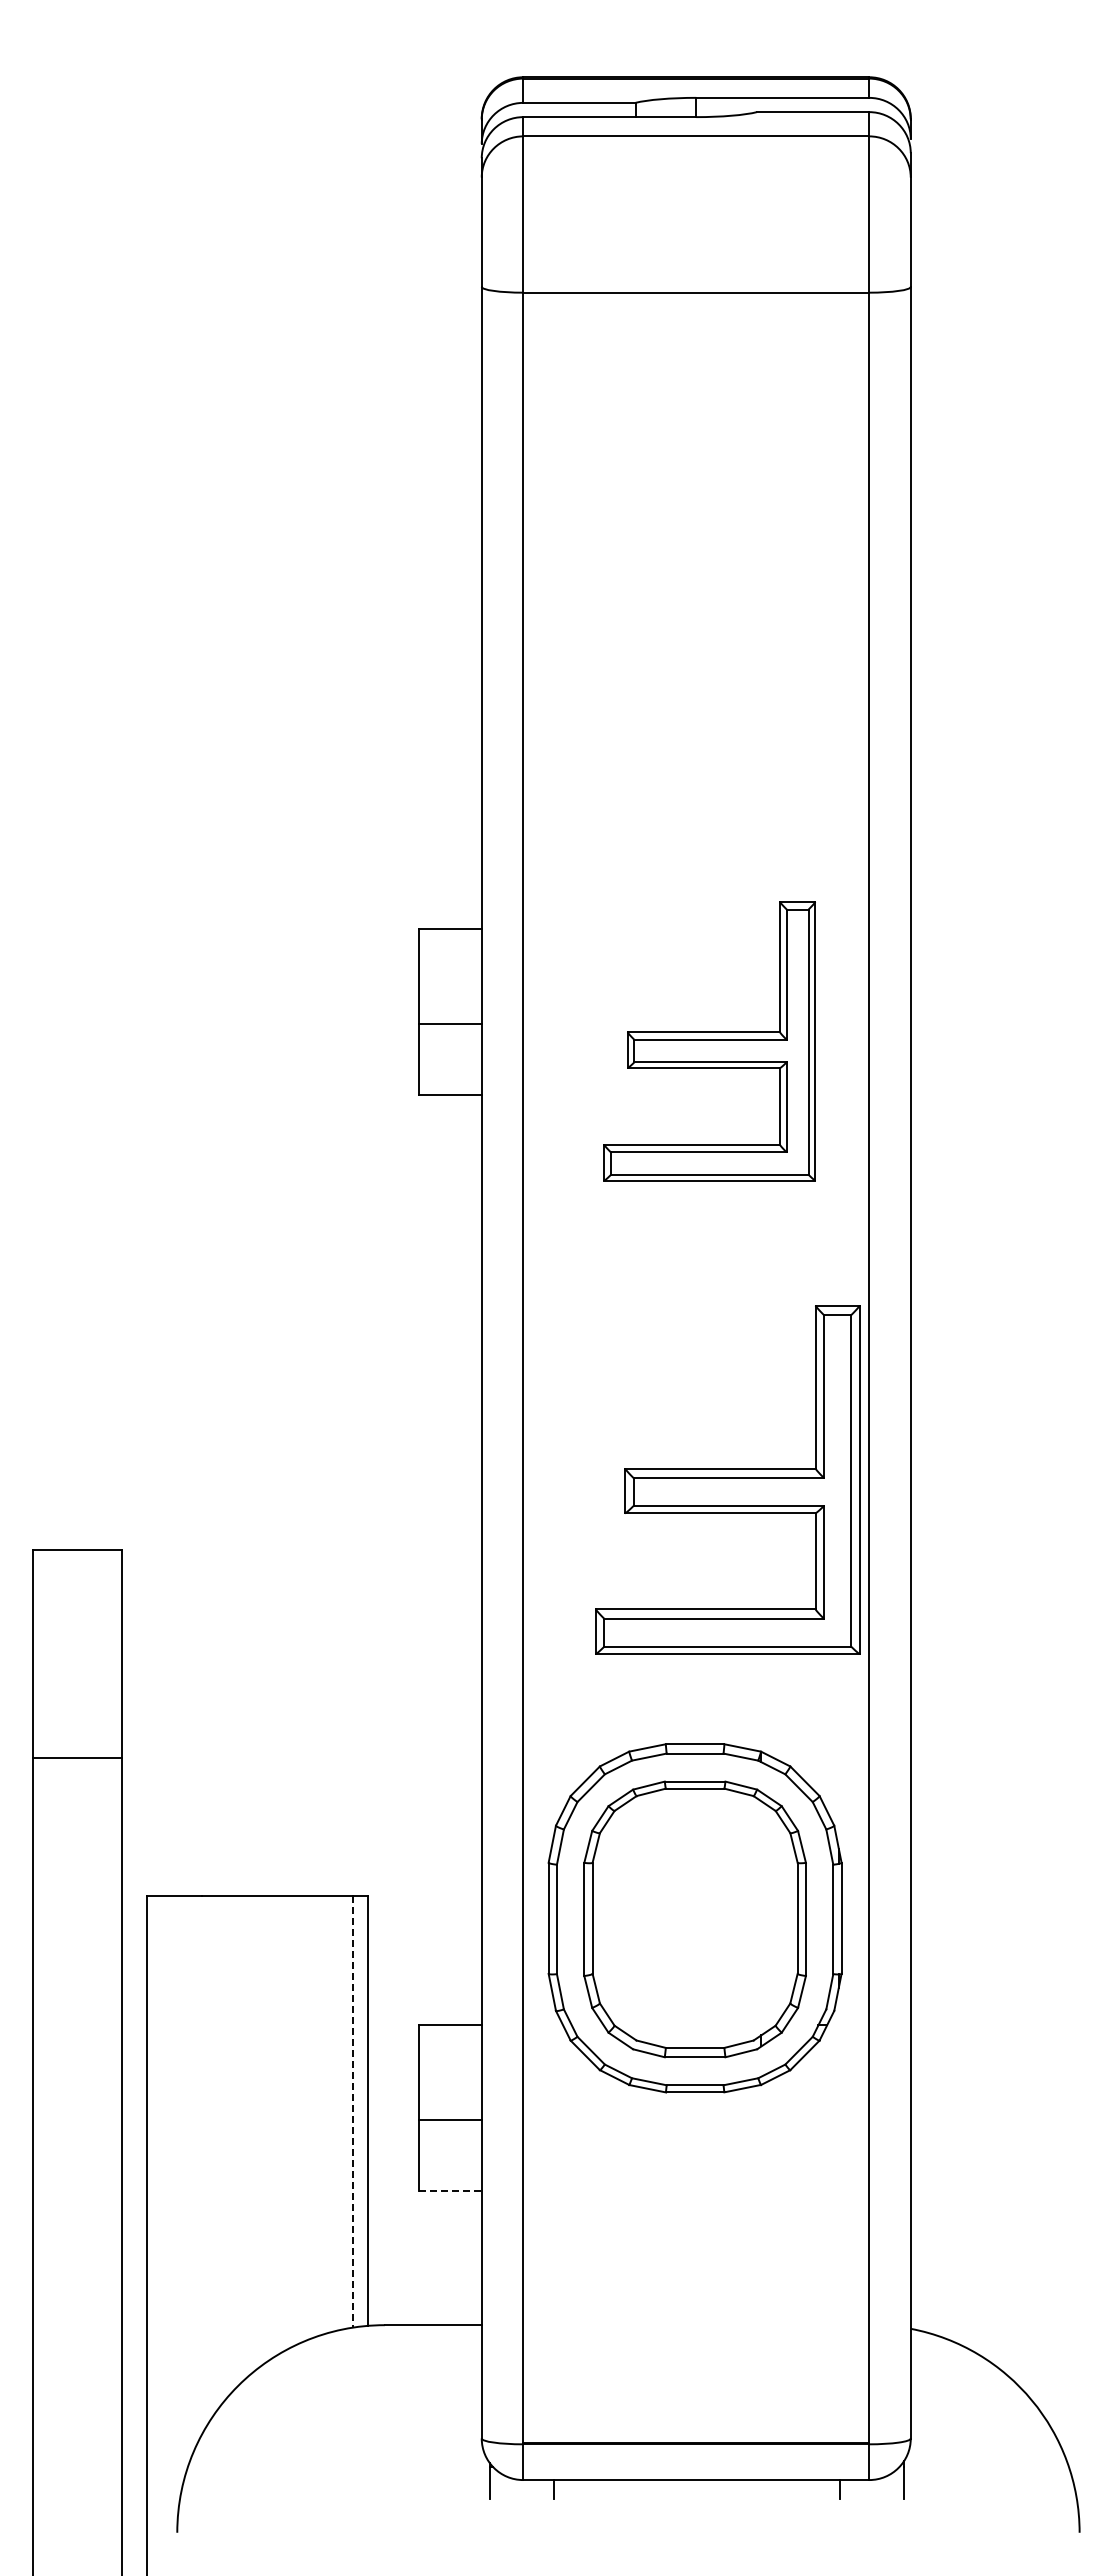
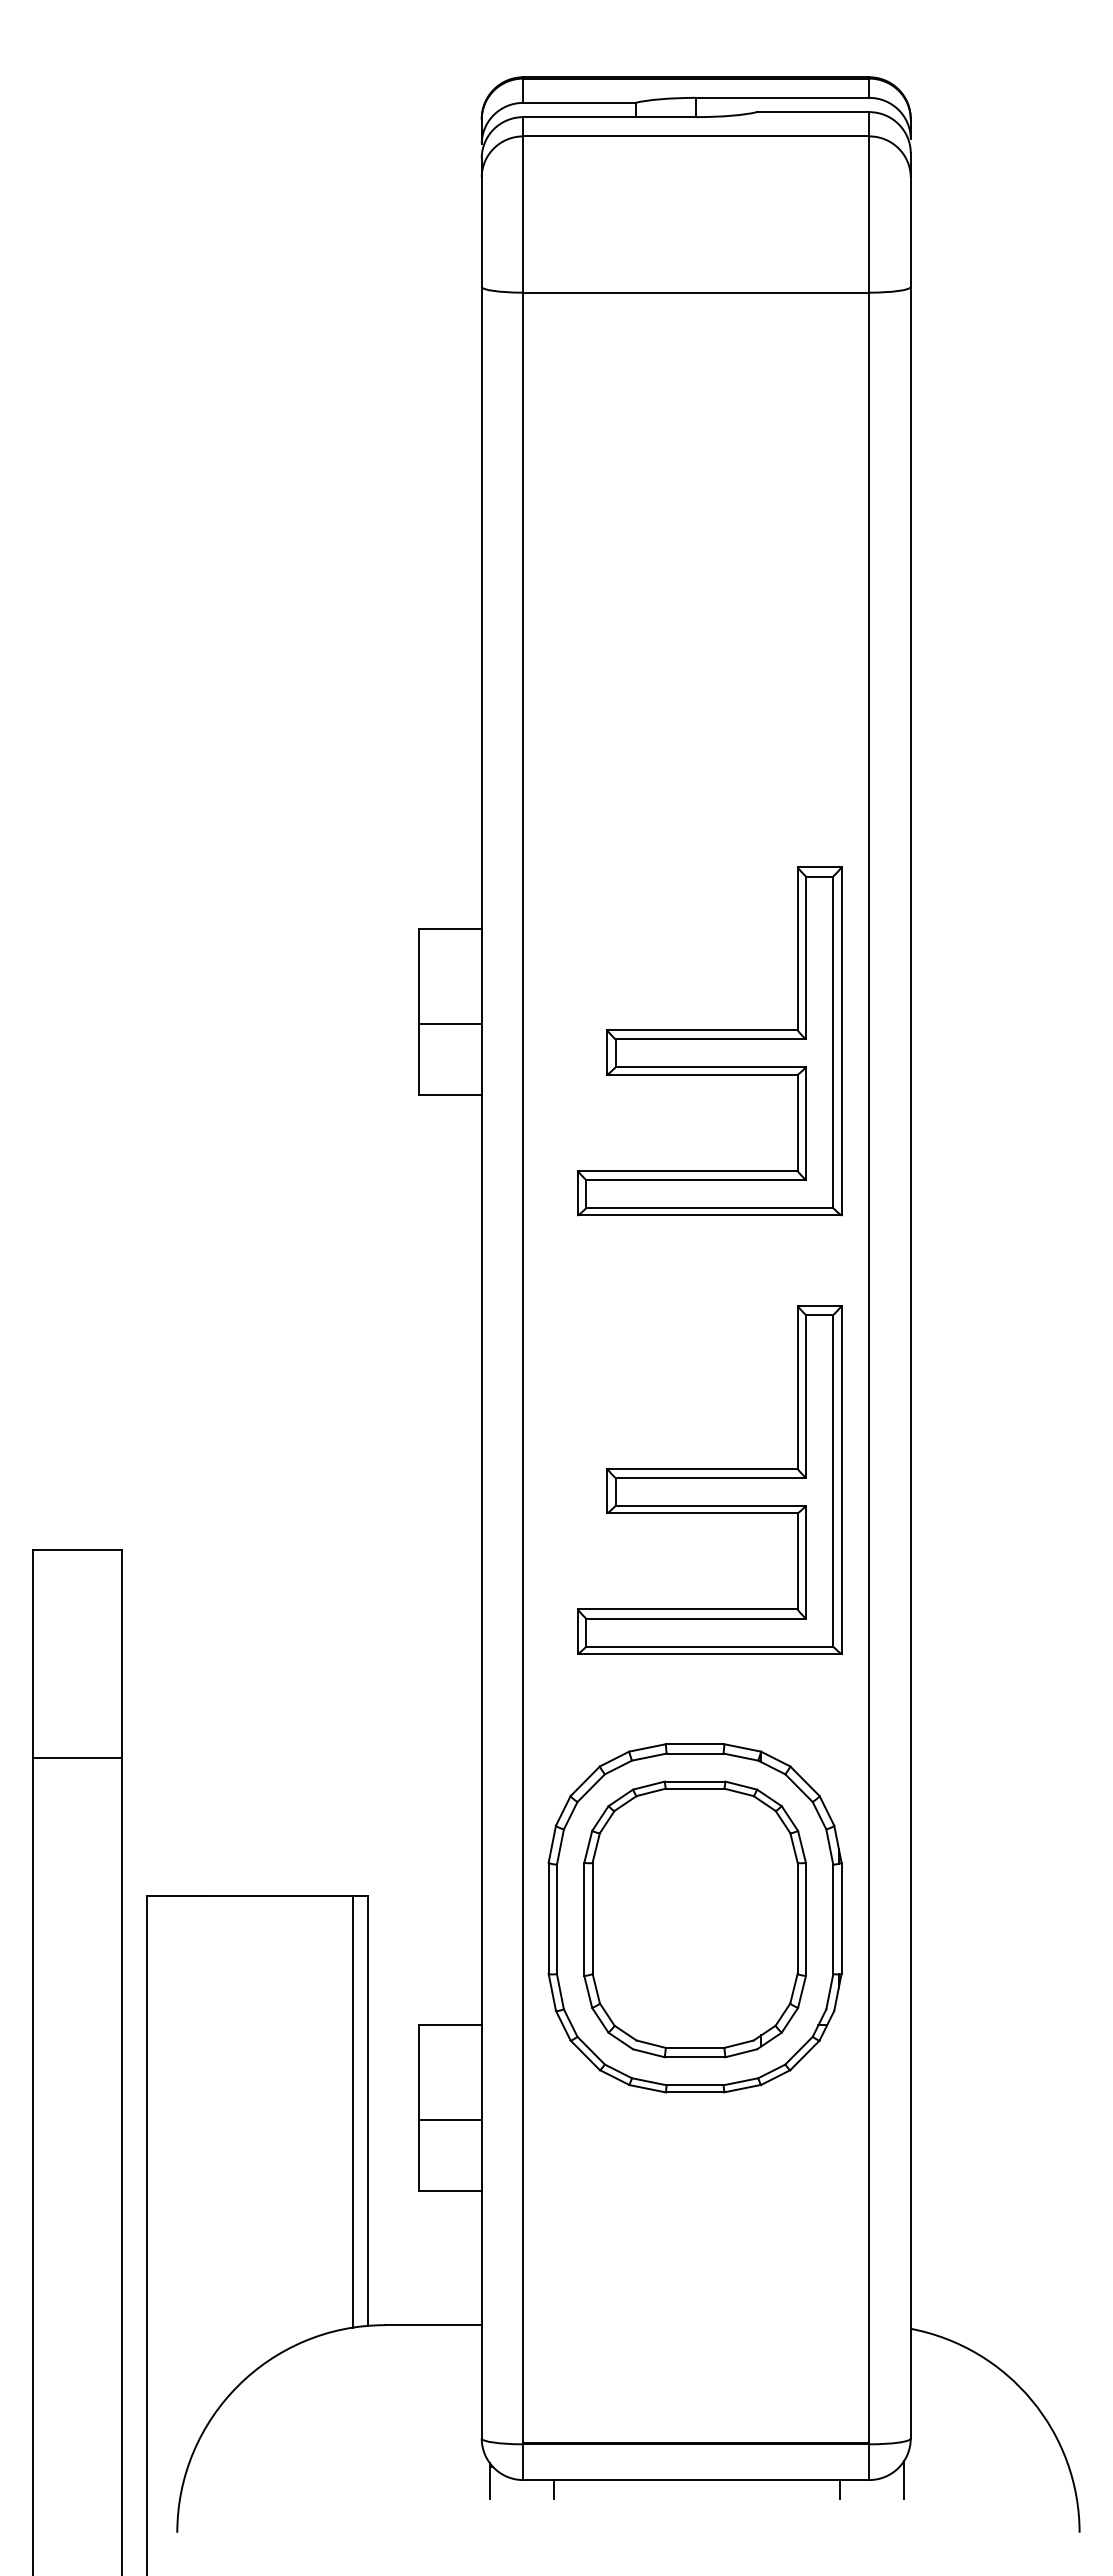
part at (709, 1041) size: 213x281 px -> 266x351 px
part at (727, 1479) position: (727, 1479) -> (709, 1479)
line at (353, 2111): dashed -> solid
line at (451, 2191): dashed -> solid
